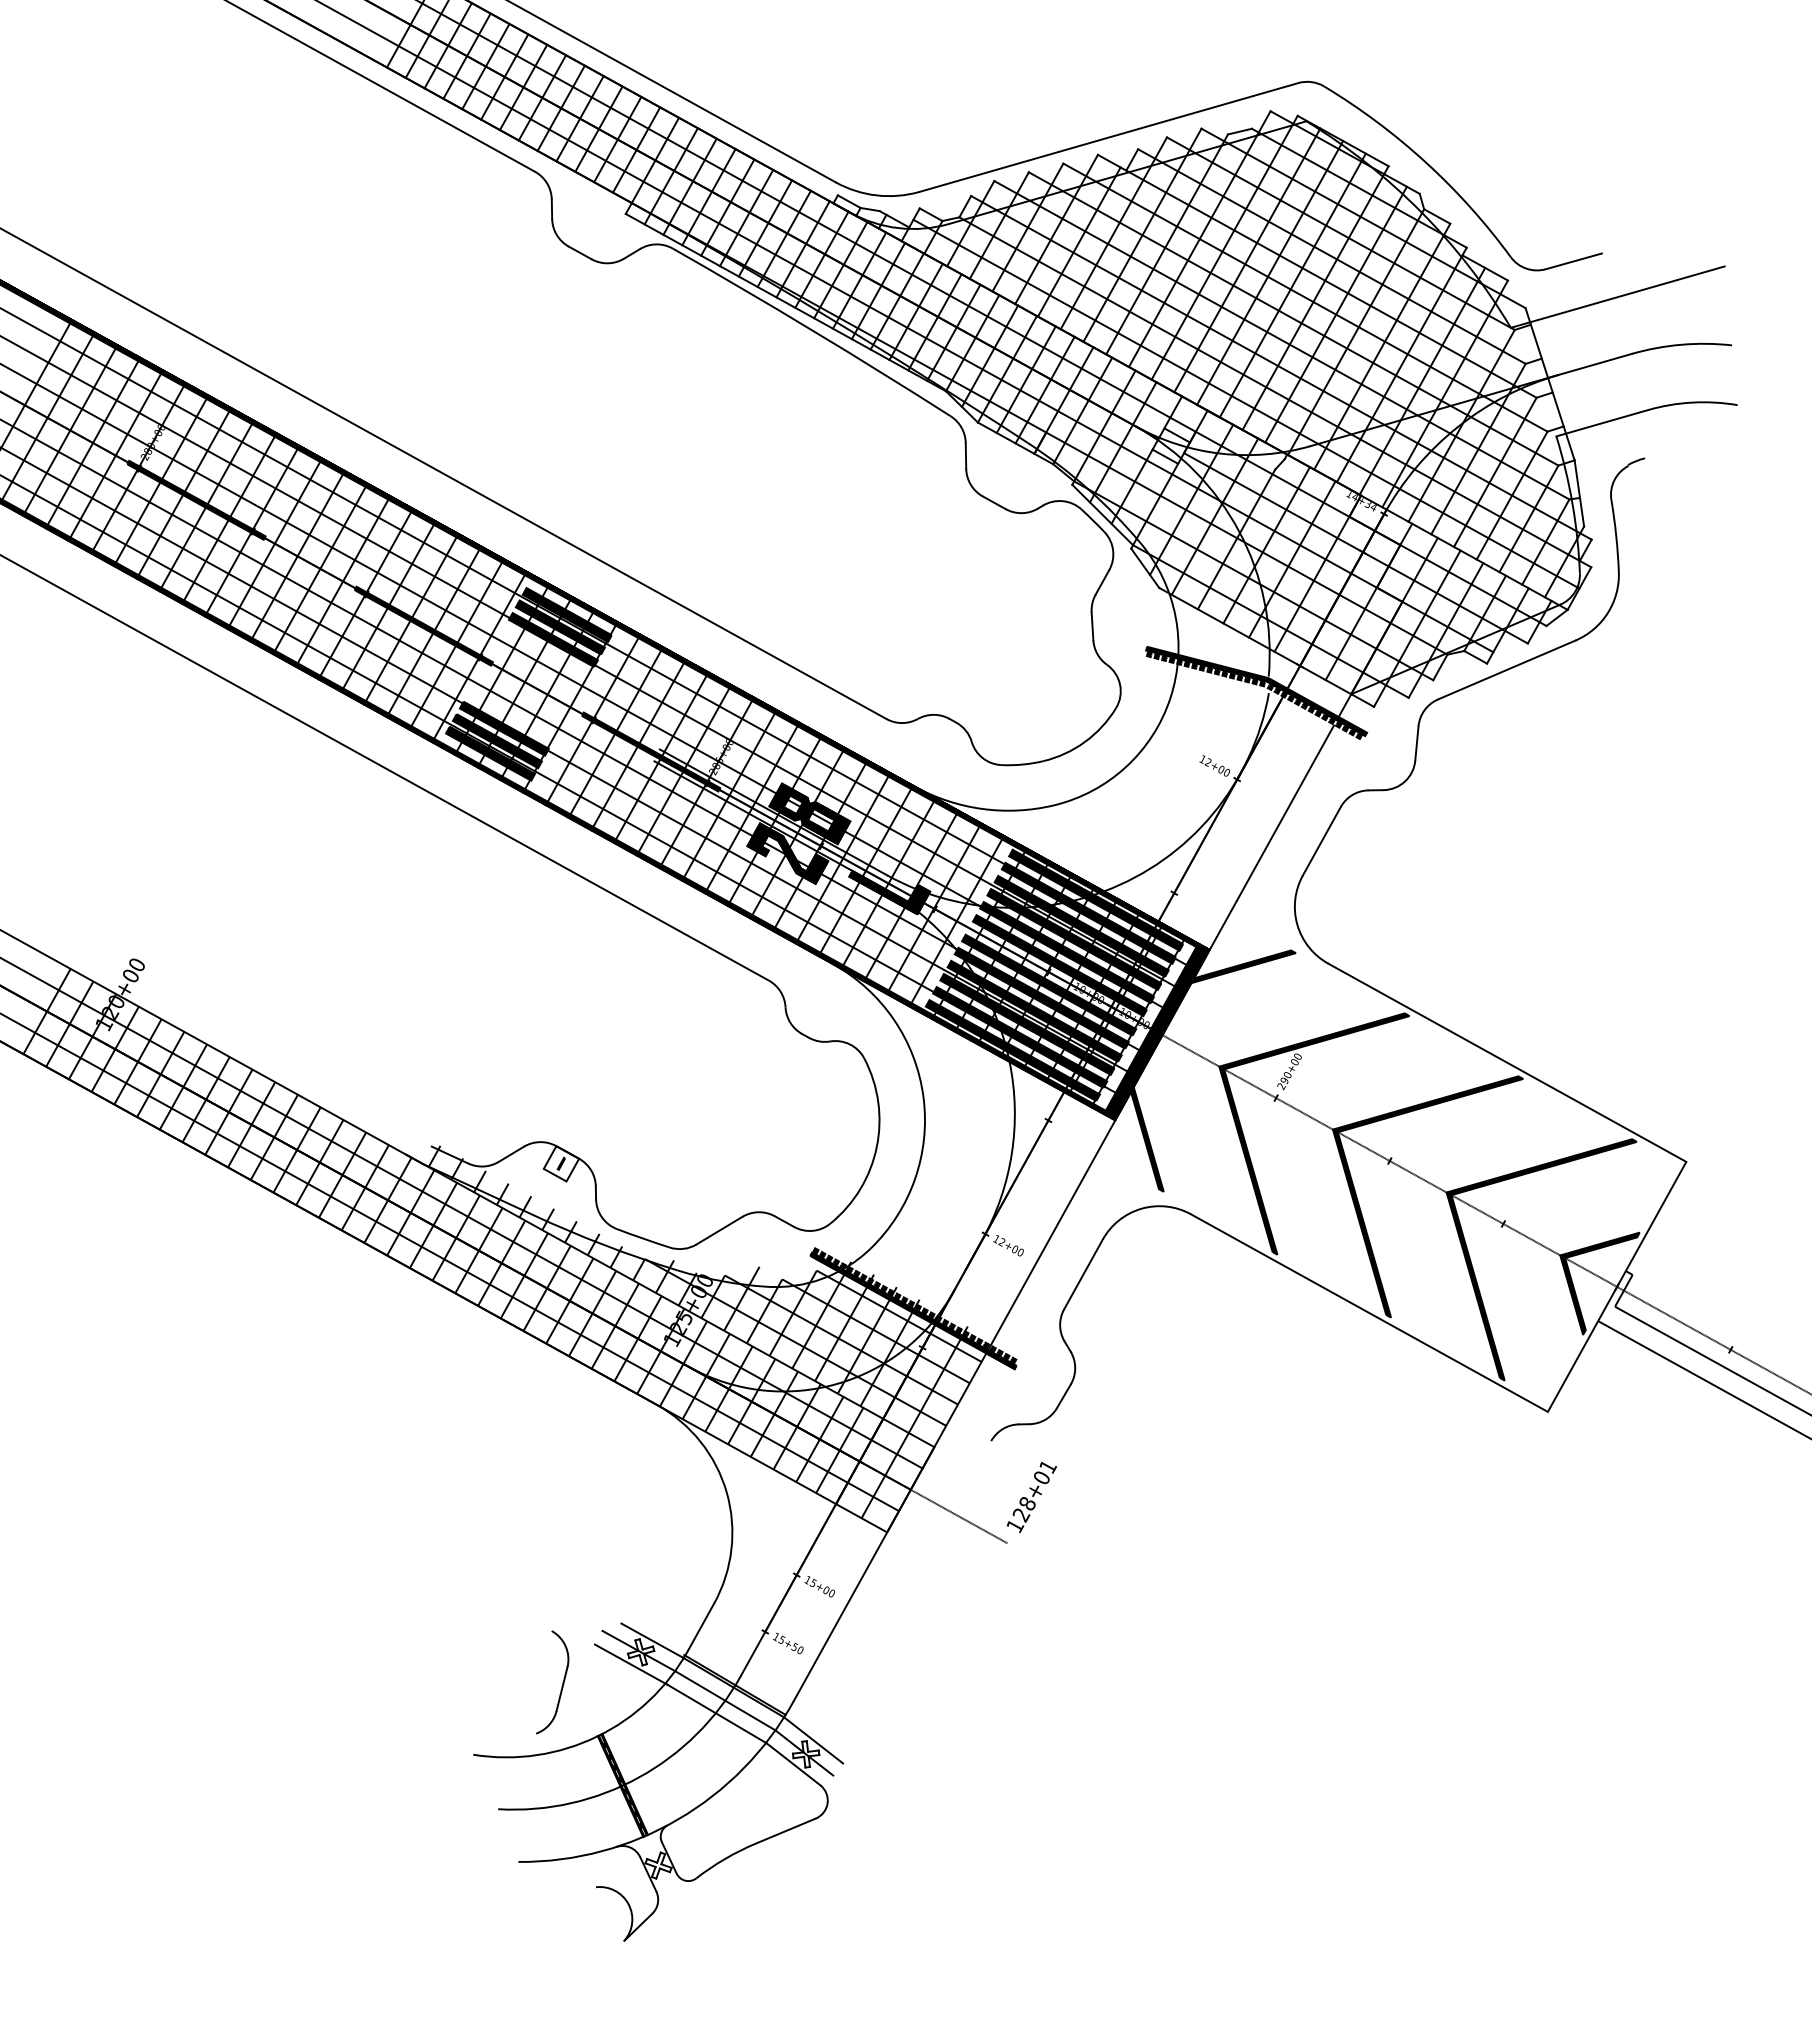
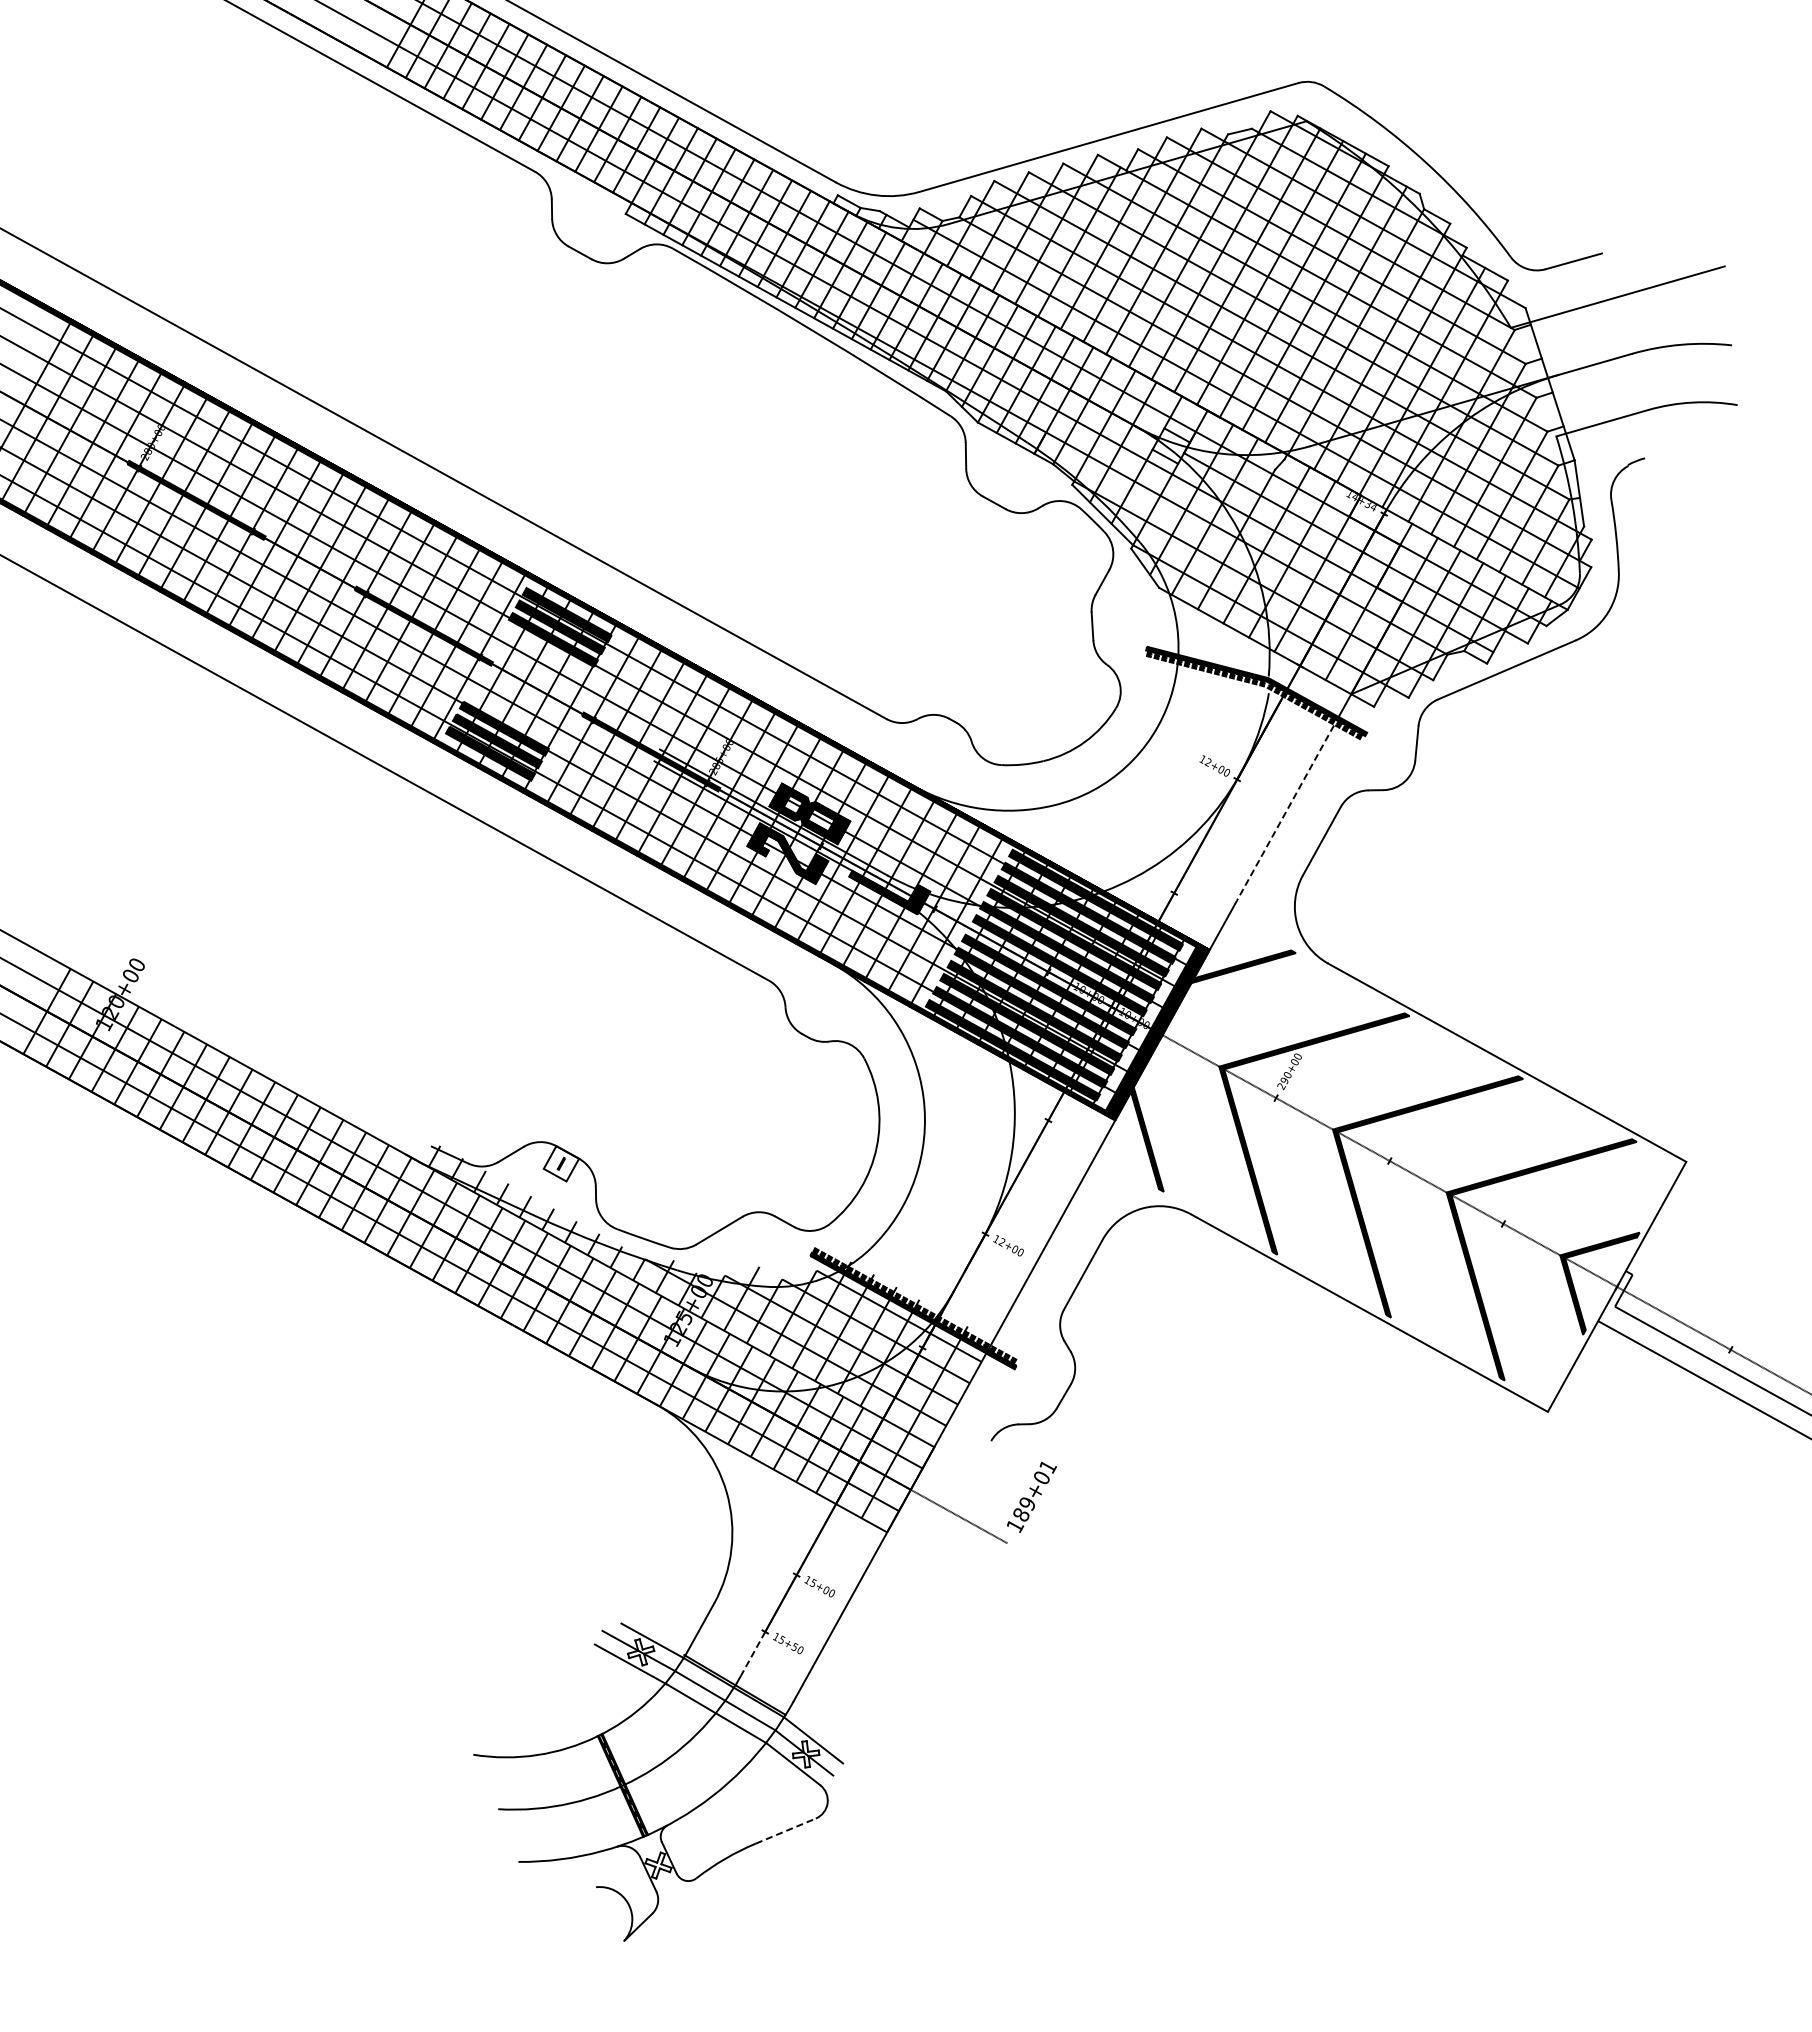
line at (1285, 813): solid -> dashed
text at (1023, 1509): 128+01 -> 189+01
line at (752, 1654): solid -> dashed
part at (561, 1686): present -> none
line at (786, 1830): solid -> dashed
